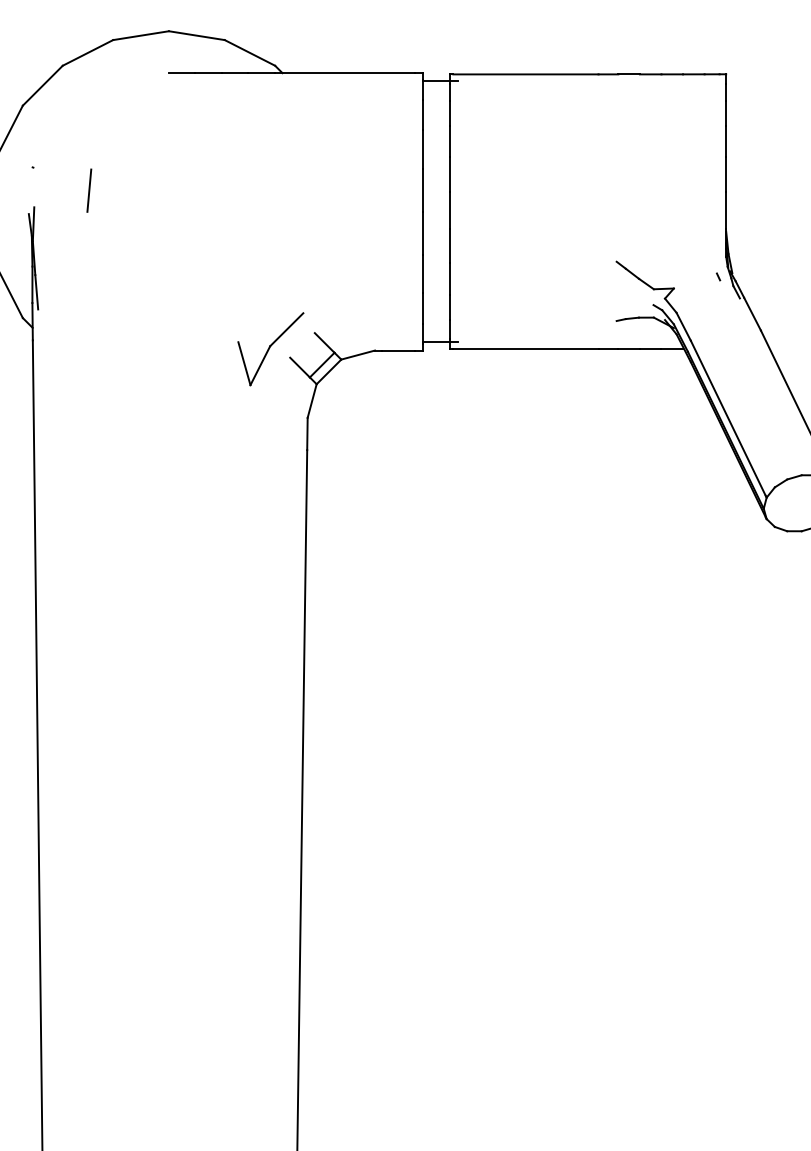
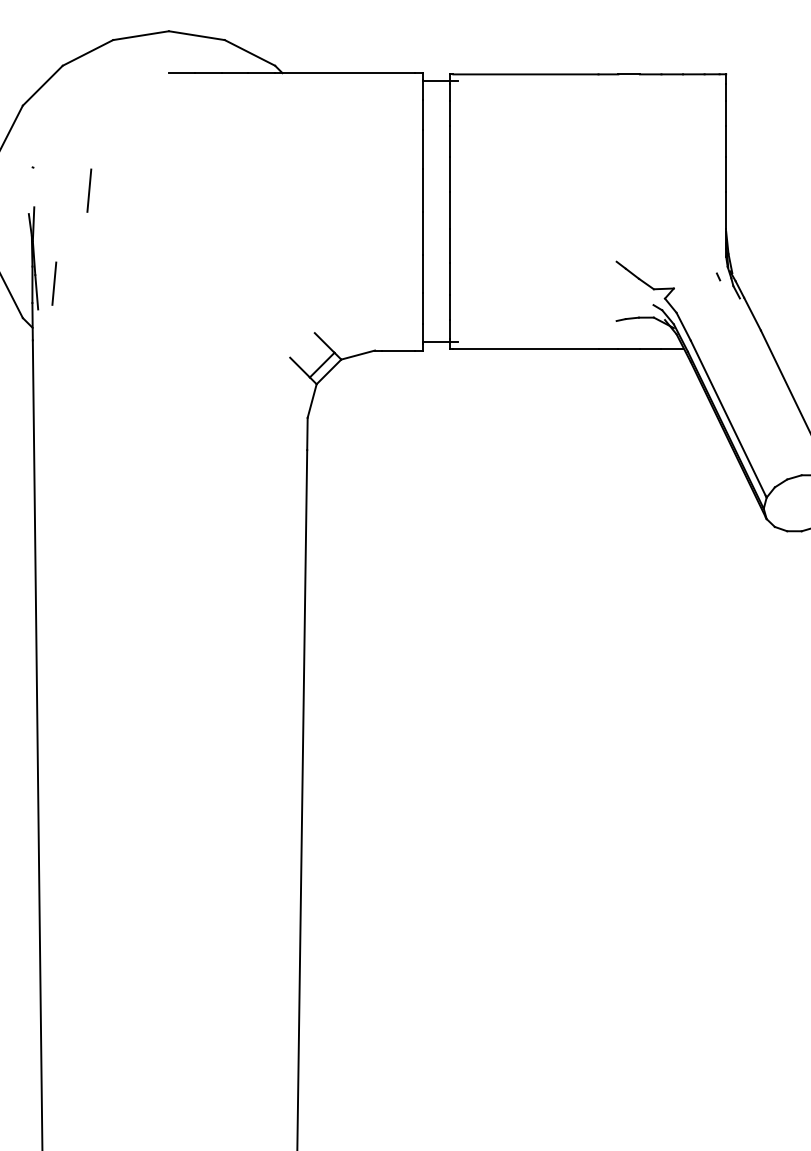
line at (54, 283): none -> present
part at (270, 349): present -> none
